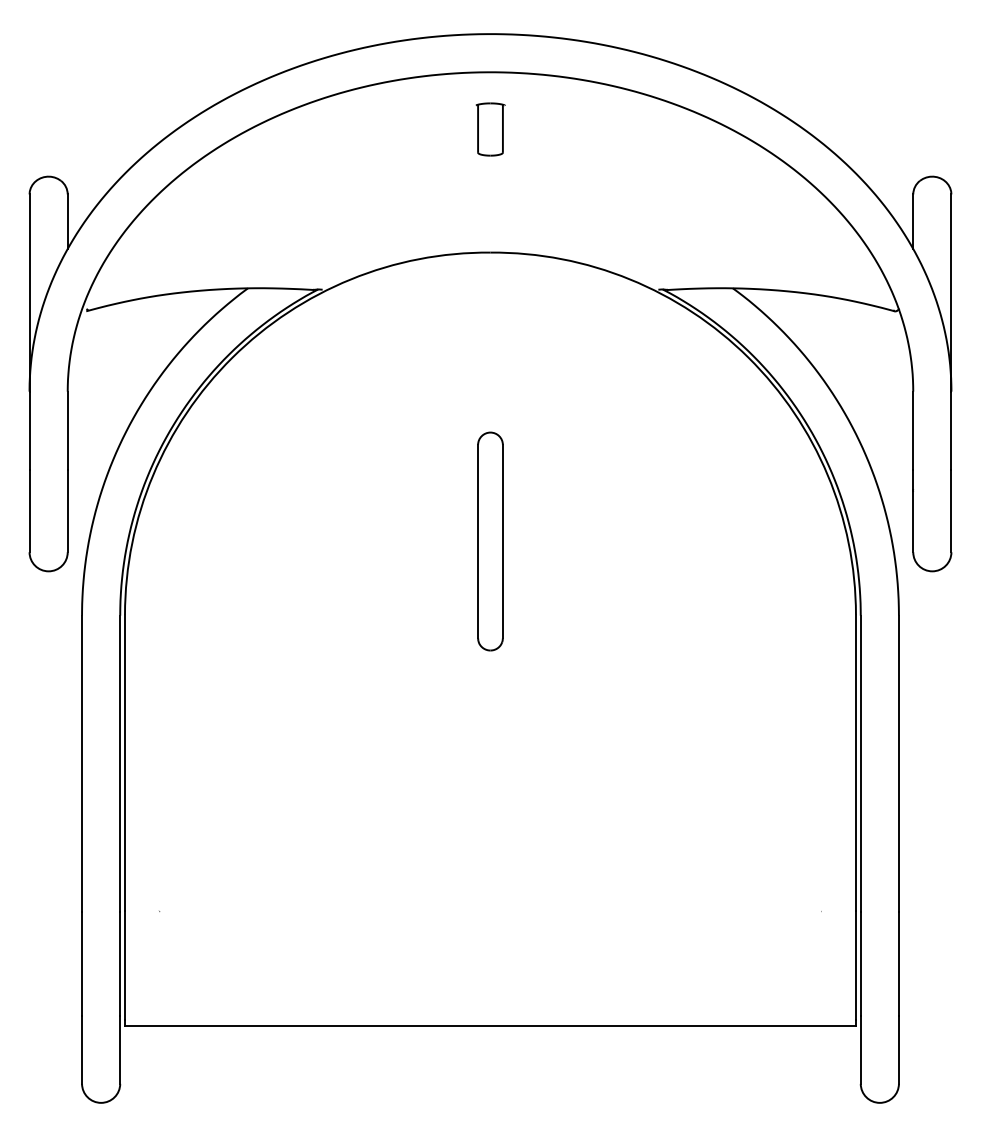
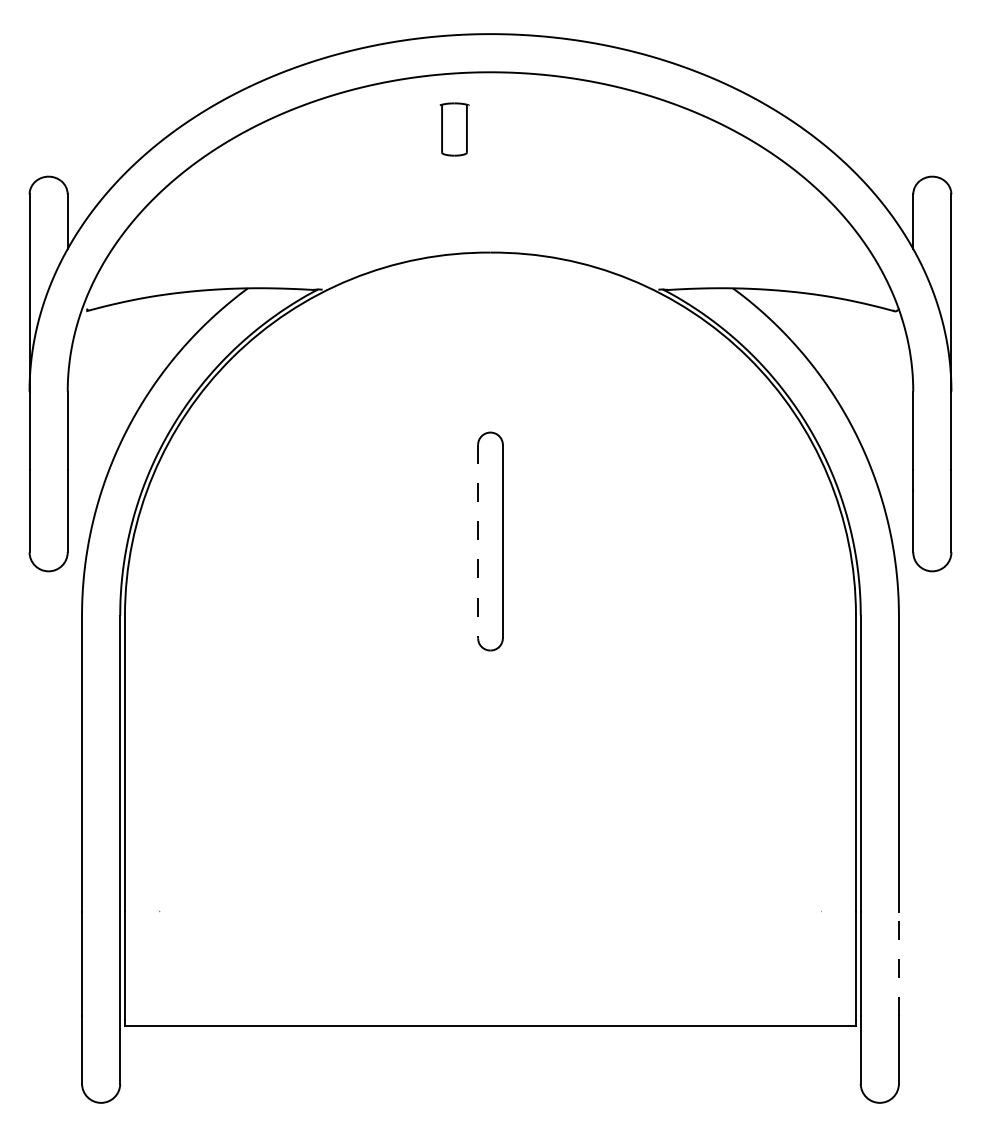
part at (490, 129) position: (490, 129) -> (454, 129)
line at (478, 541): solid -> dashed
line at (898, 964): solid -> dashed
